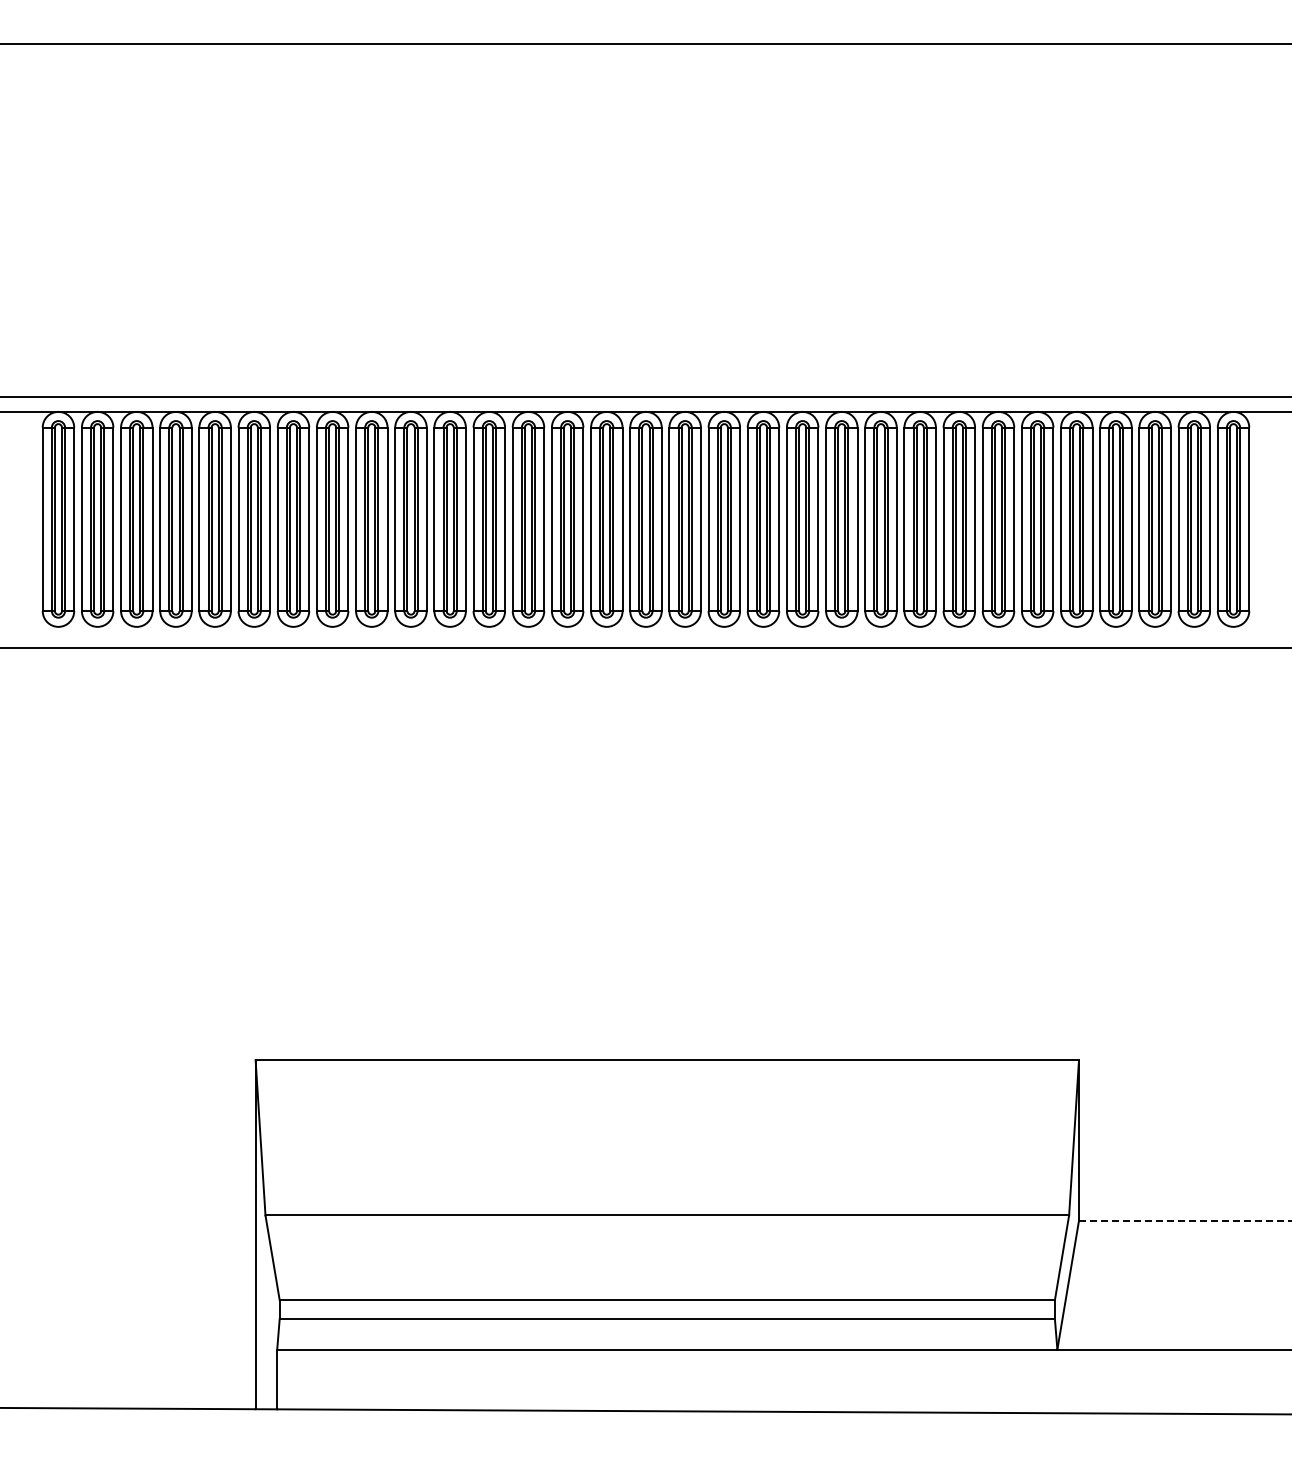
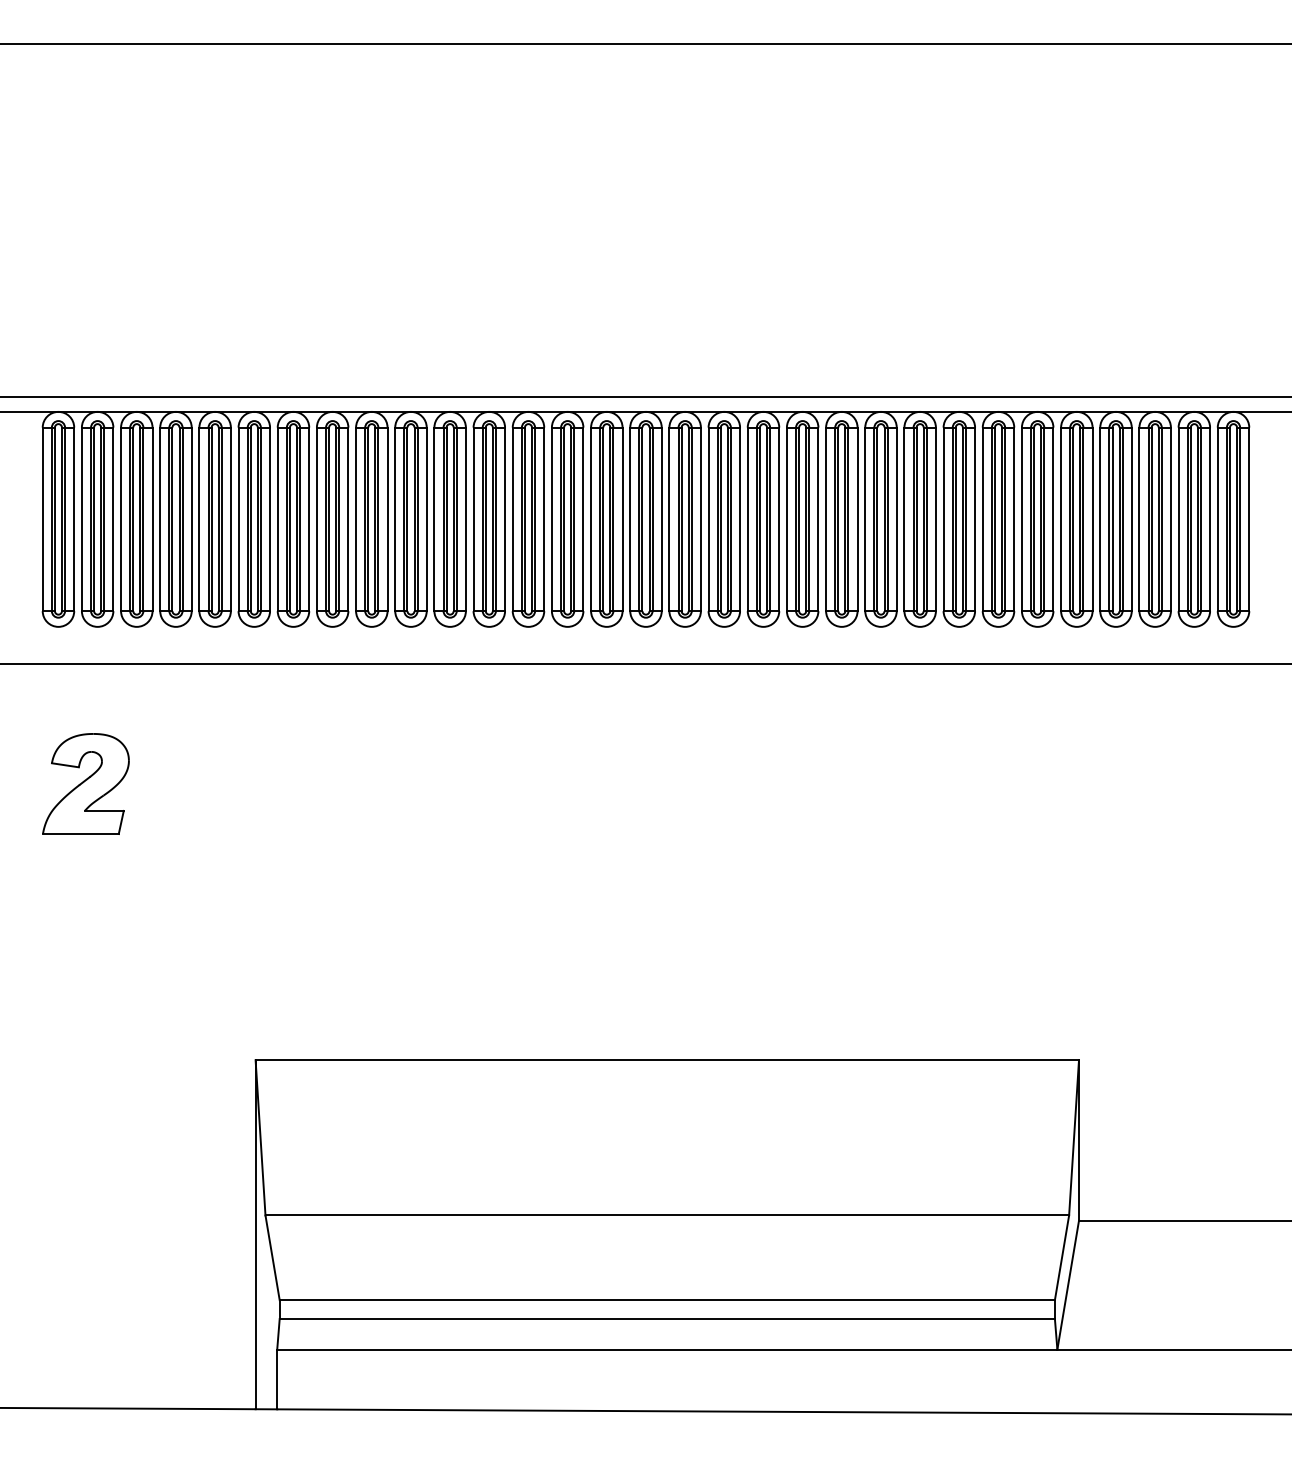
line at (645, 647) position: (645, 647) -> (645, 663)
part at (85, 783): none -> present
line at (1185, 1220): dashed -> solid
